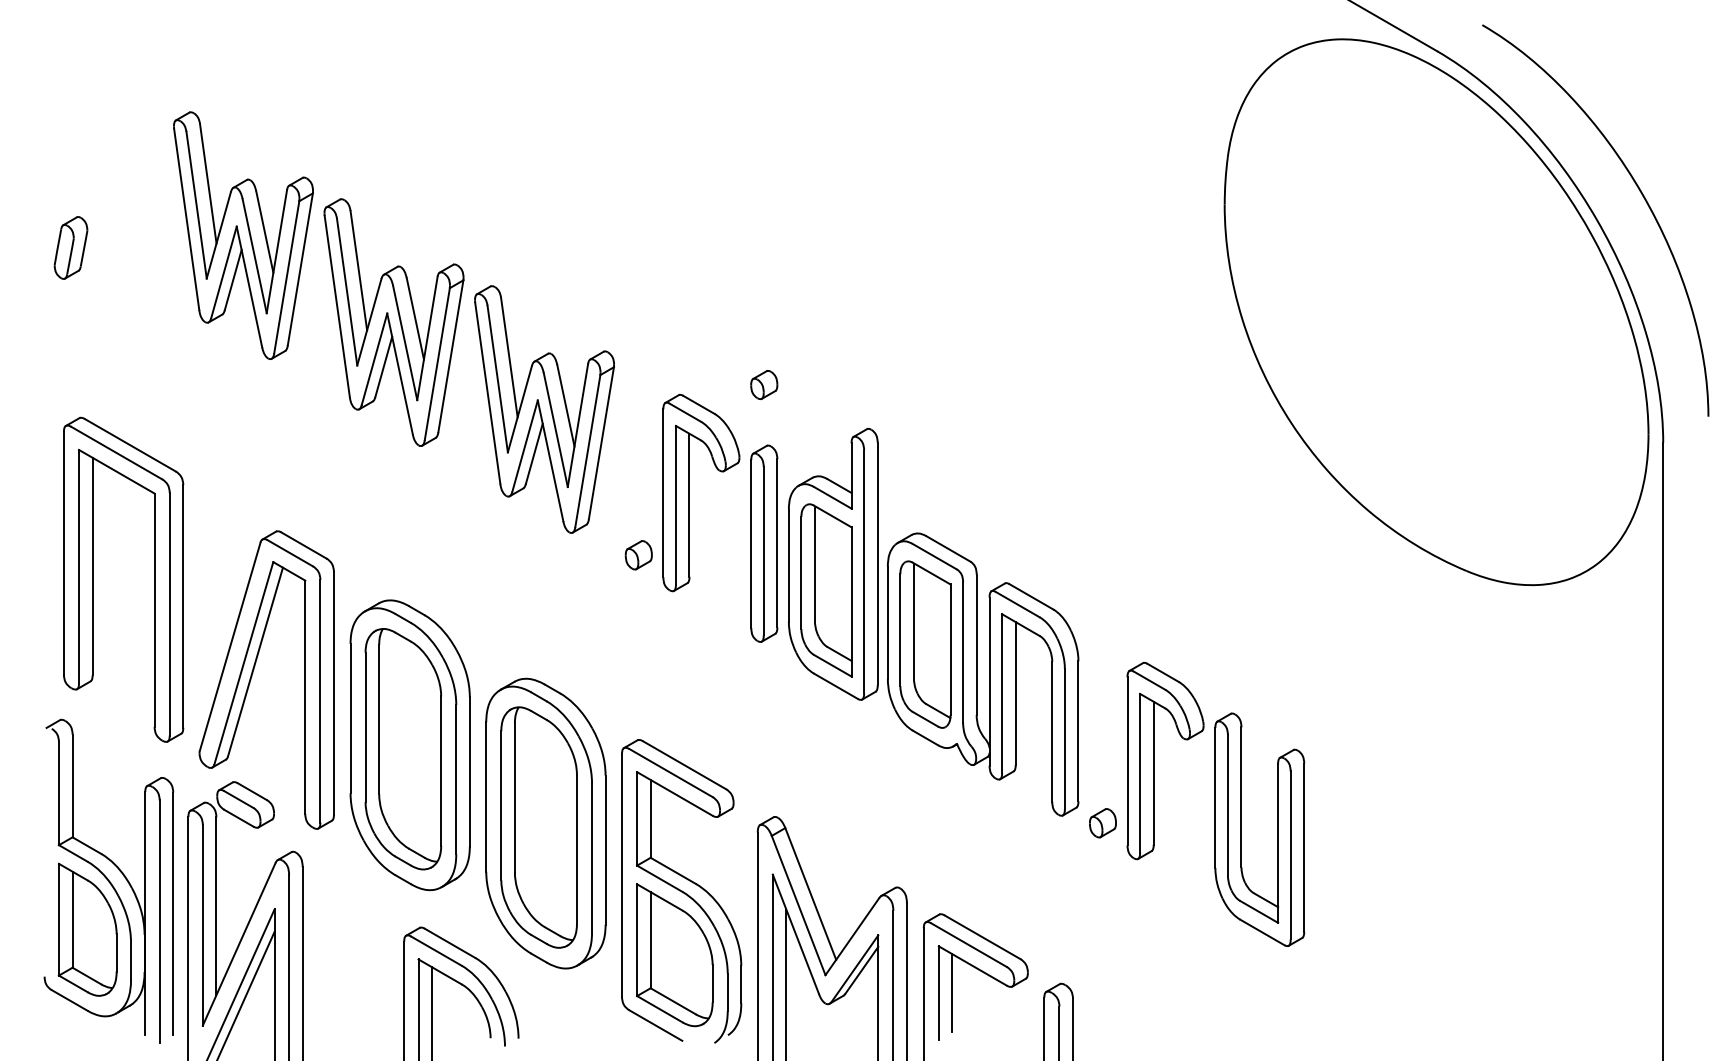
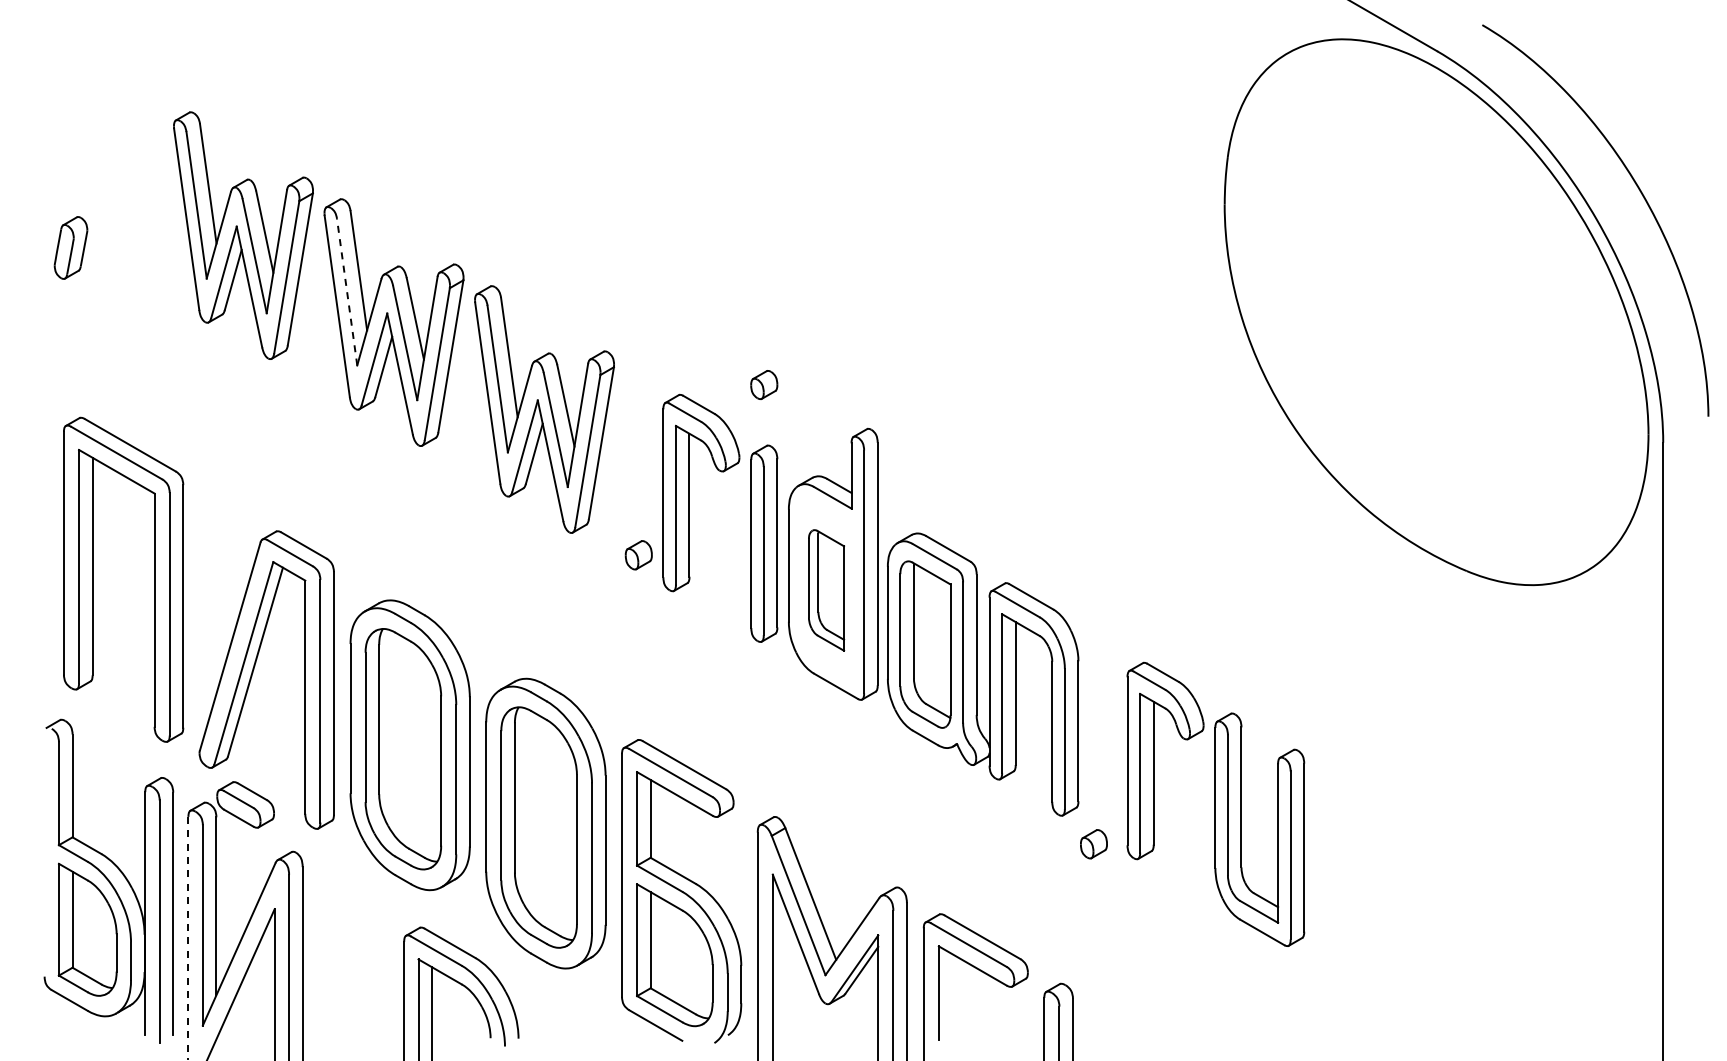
line at (347, 291): solid -> dashed
part at (826, 590) size: 53x175 px -> 38x123 px
part at (1102, 823) position: (1102, 823) -> (1093, 844)
line at (188, 938): solid -> dashed
line at (786, 983): present -> none
line at (952, 993): present -> none
line at (246, 994): present -> none
